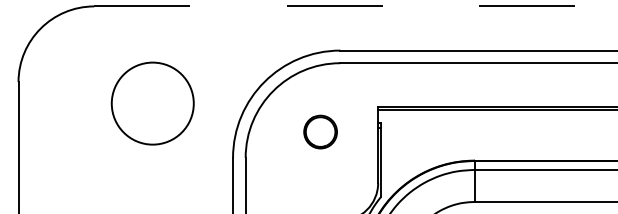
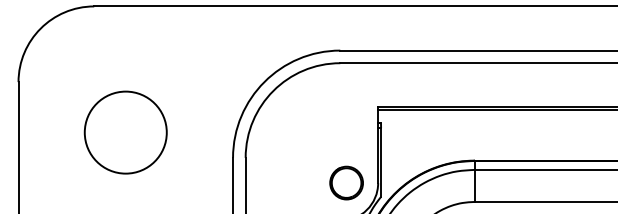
line at (356, 6): dashed -> solid
circle at (152, 103) position: (152, 103) -> (125, 132)
part at (320, 131) position: (320, 131) -> (346, 182)
